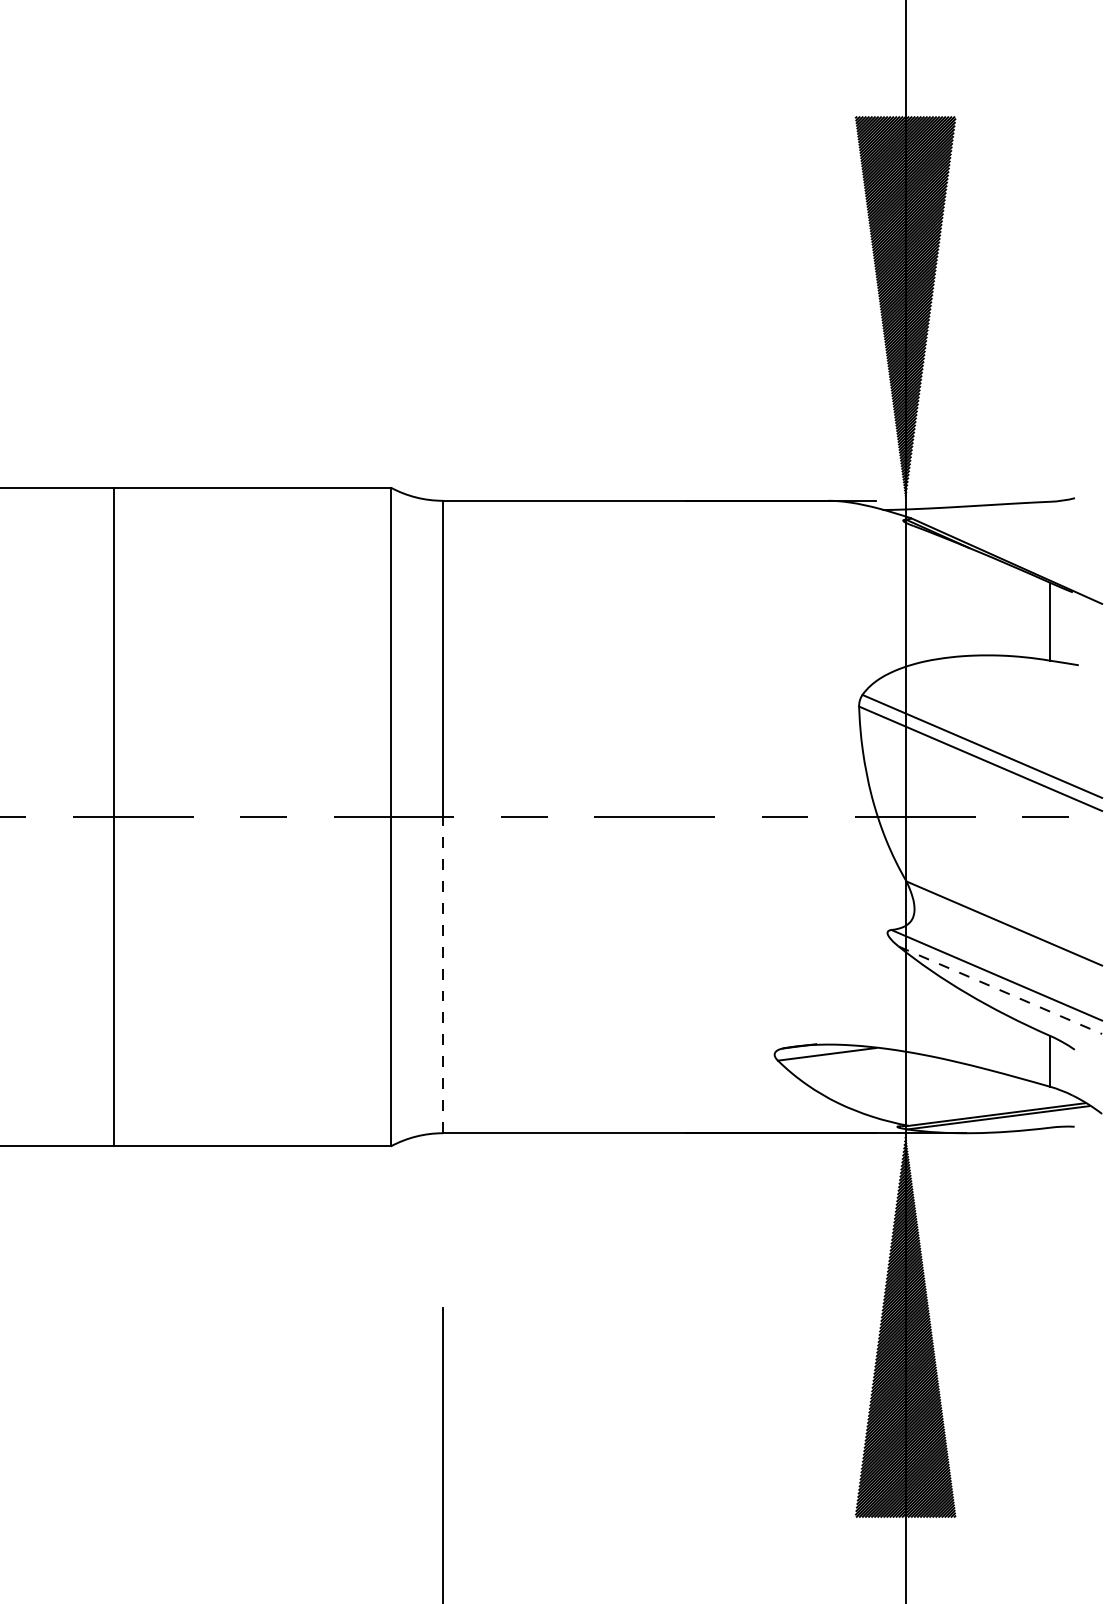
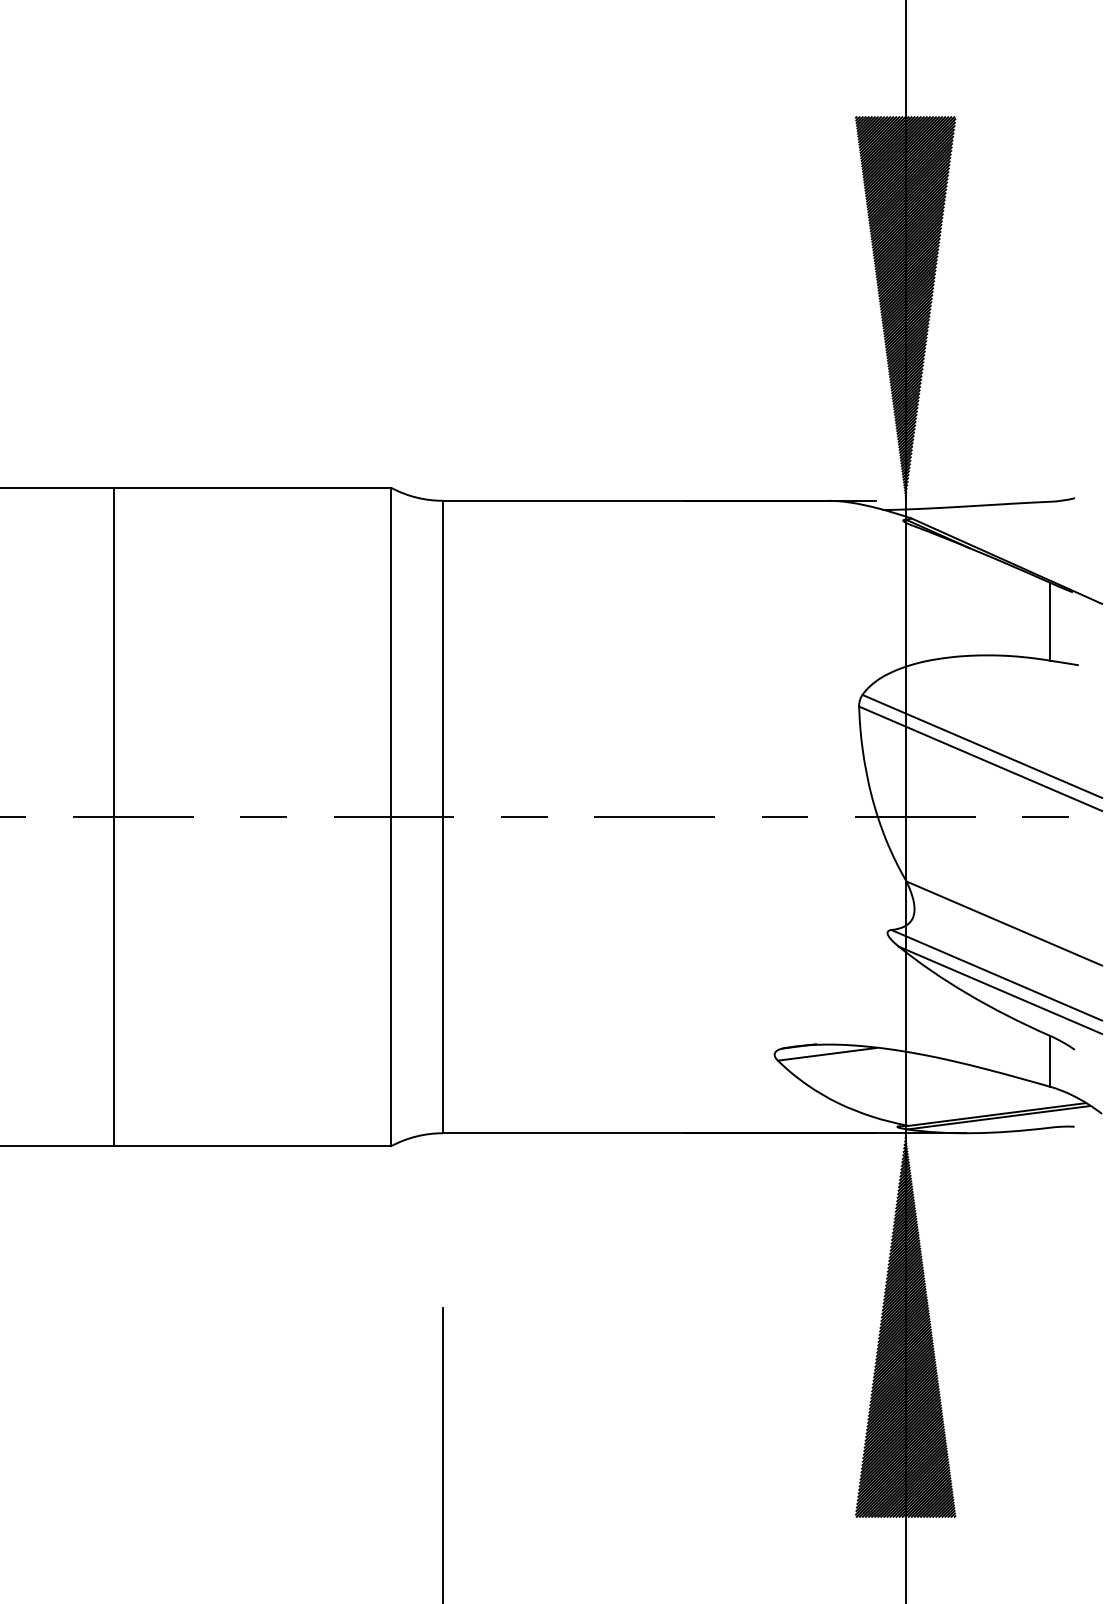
line at (442, 974): dashed -> solid
line at (1000, 990): dashed -> solid
